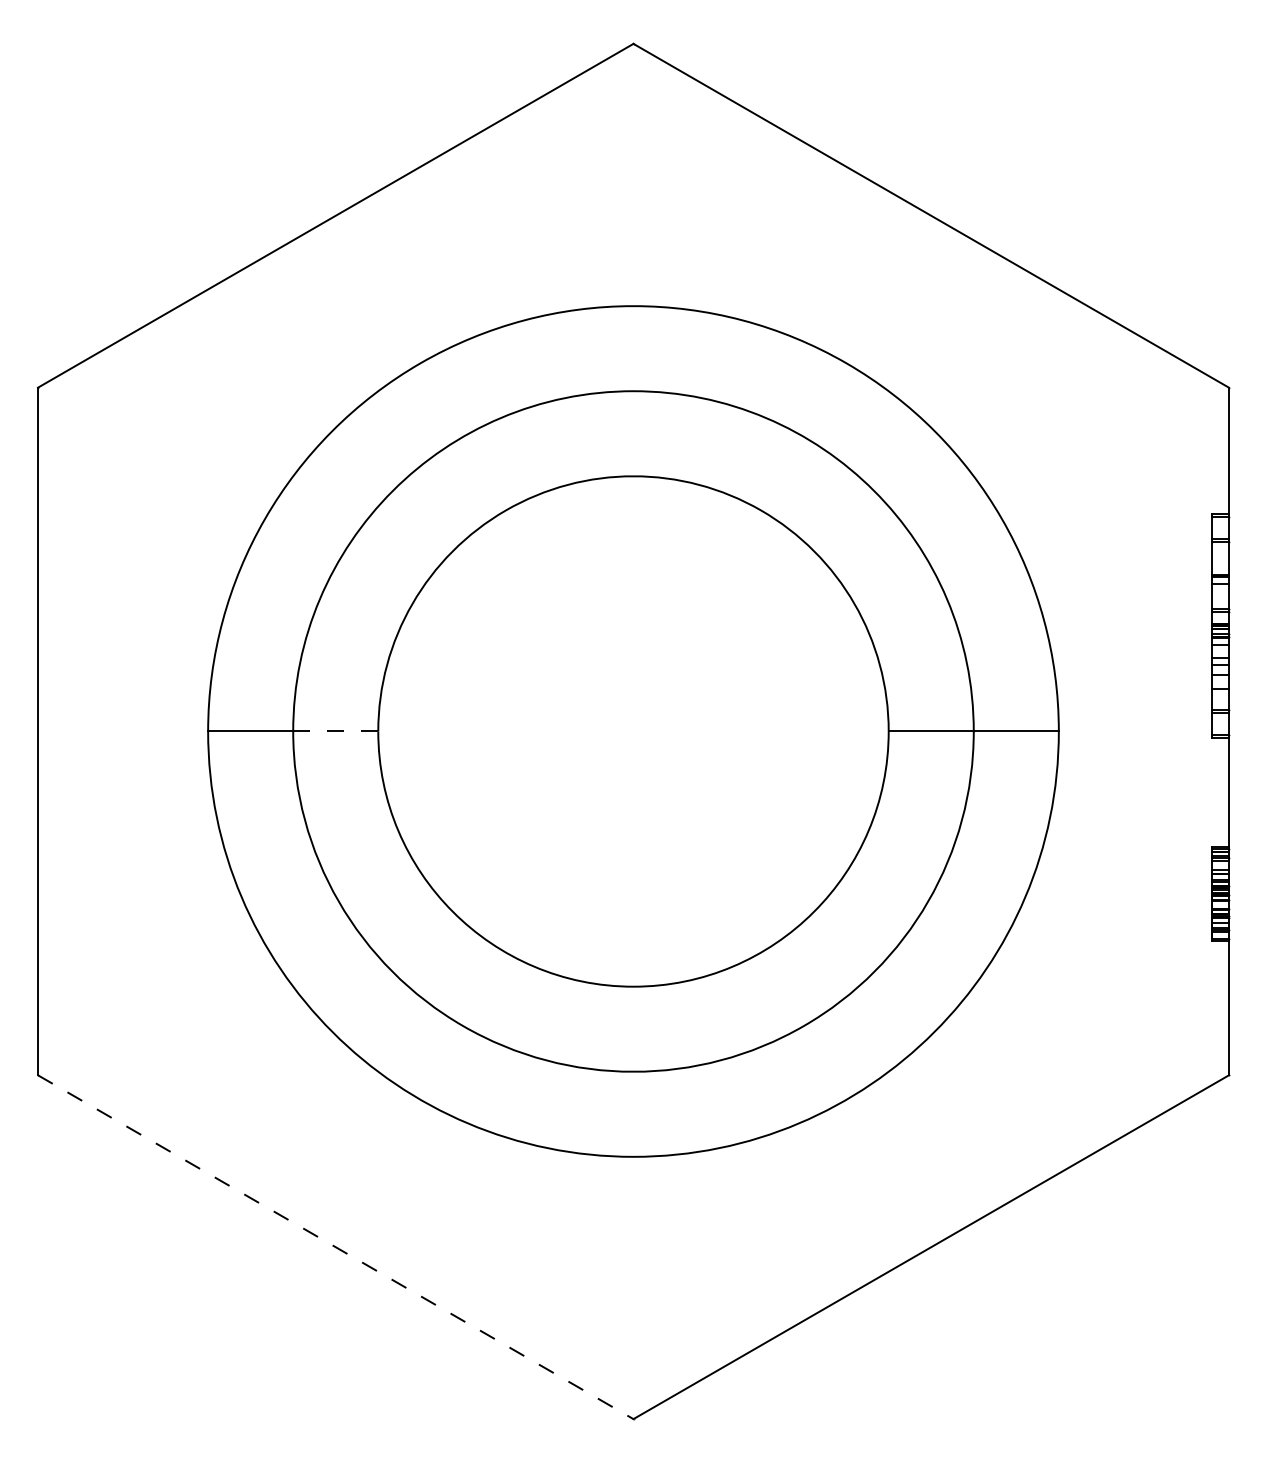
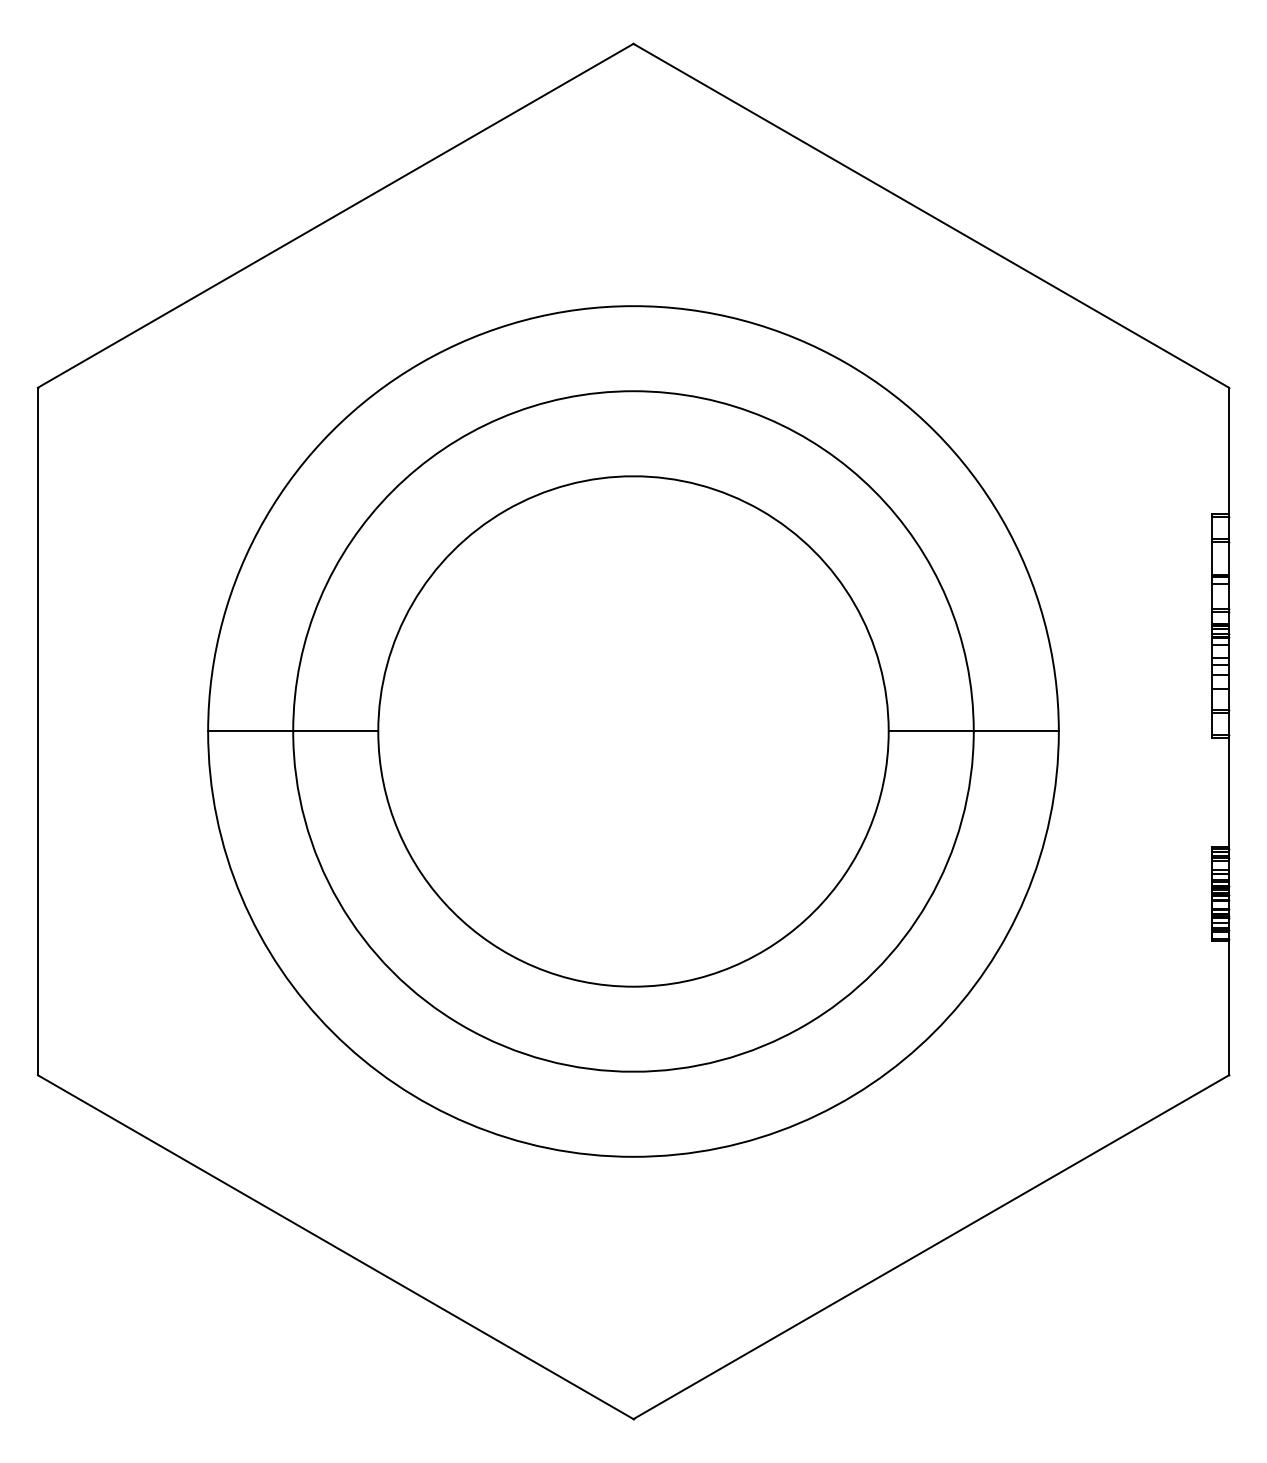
line at (335, 731): dashed -> solid
line at (335, 1247): dashed -> solid
